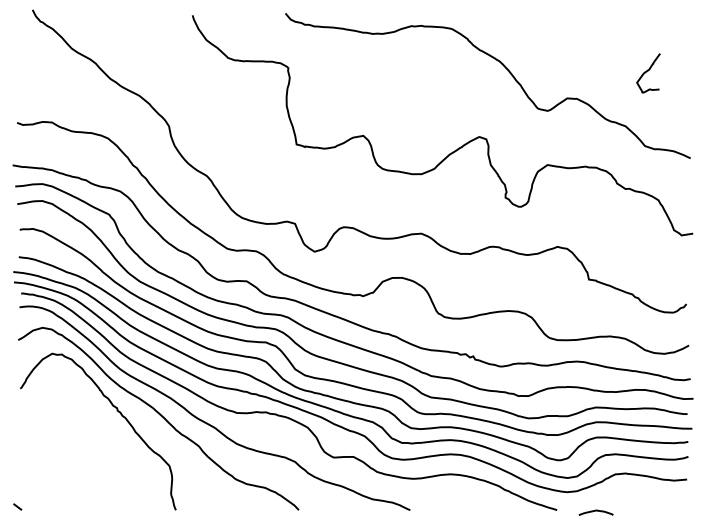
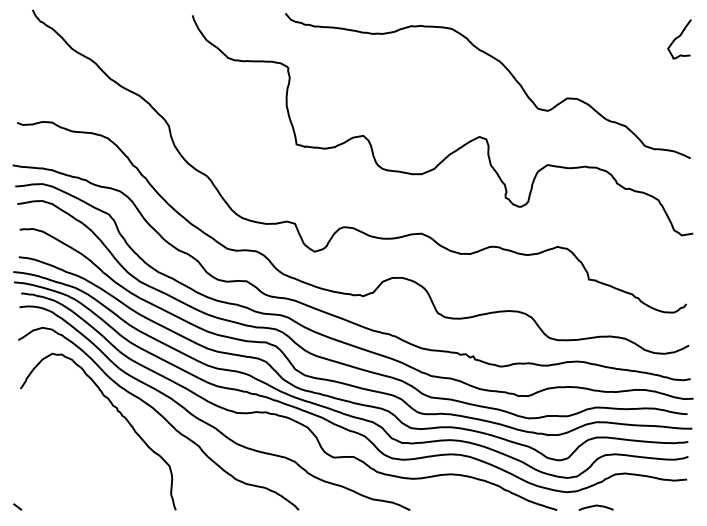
curve at (648, 71) position: (648, 71) -> (679, 37)
curve at (595, 511) position: (595, 511) -> (595, 506)
